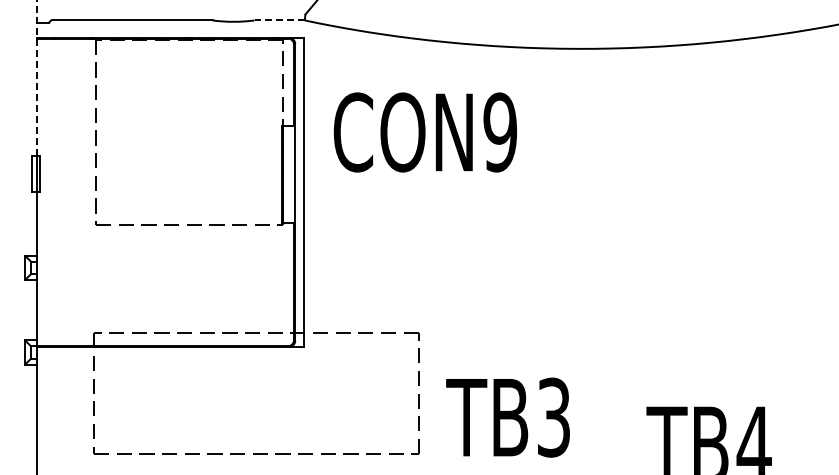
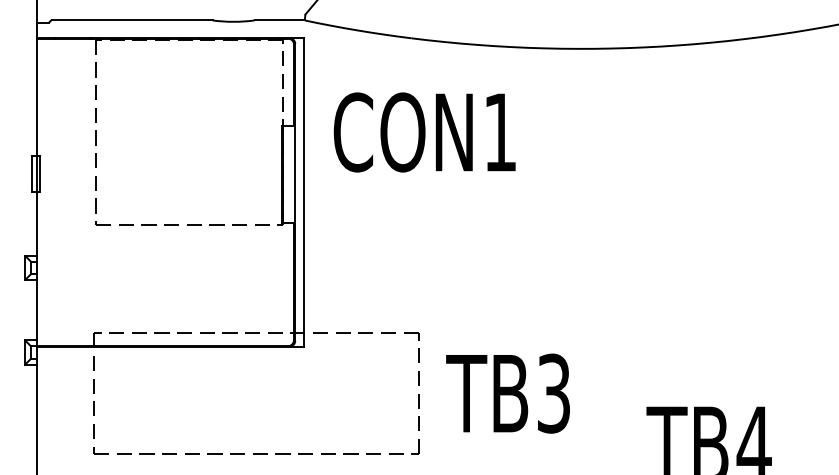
line at (279, 20): dashed -> solid
line at (37, 78): dashed -> solid
text at (500, 132): CON9 -> CON1
text at (507, 417) position: (507, 417) -> (507, 393)
